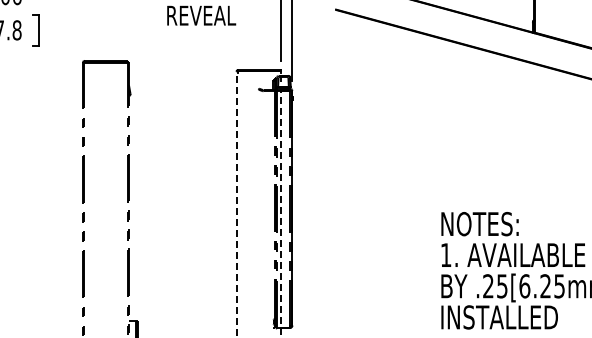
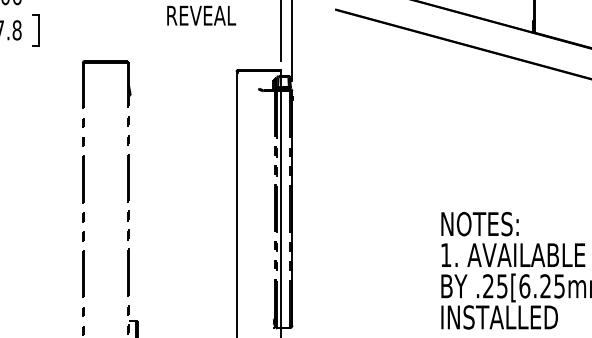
line at (236, 204): dashed -> solid
line at (281, 204): dashed -> solid
